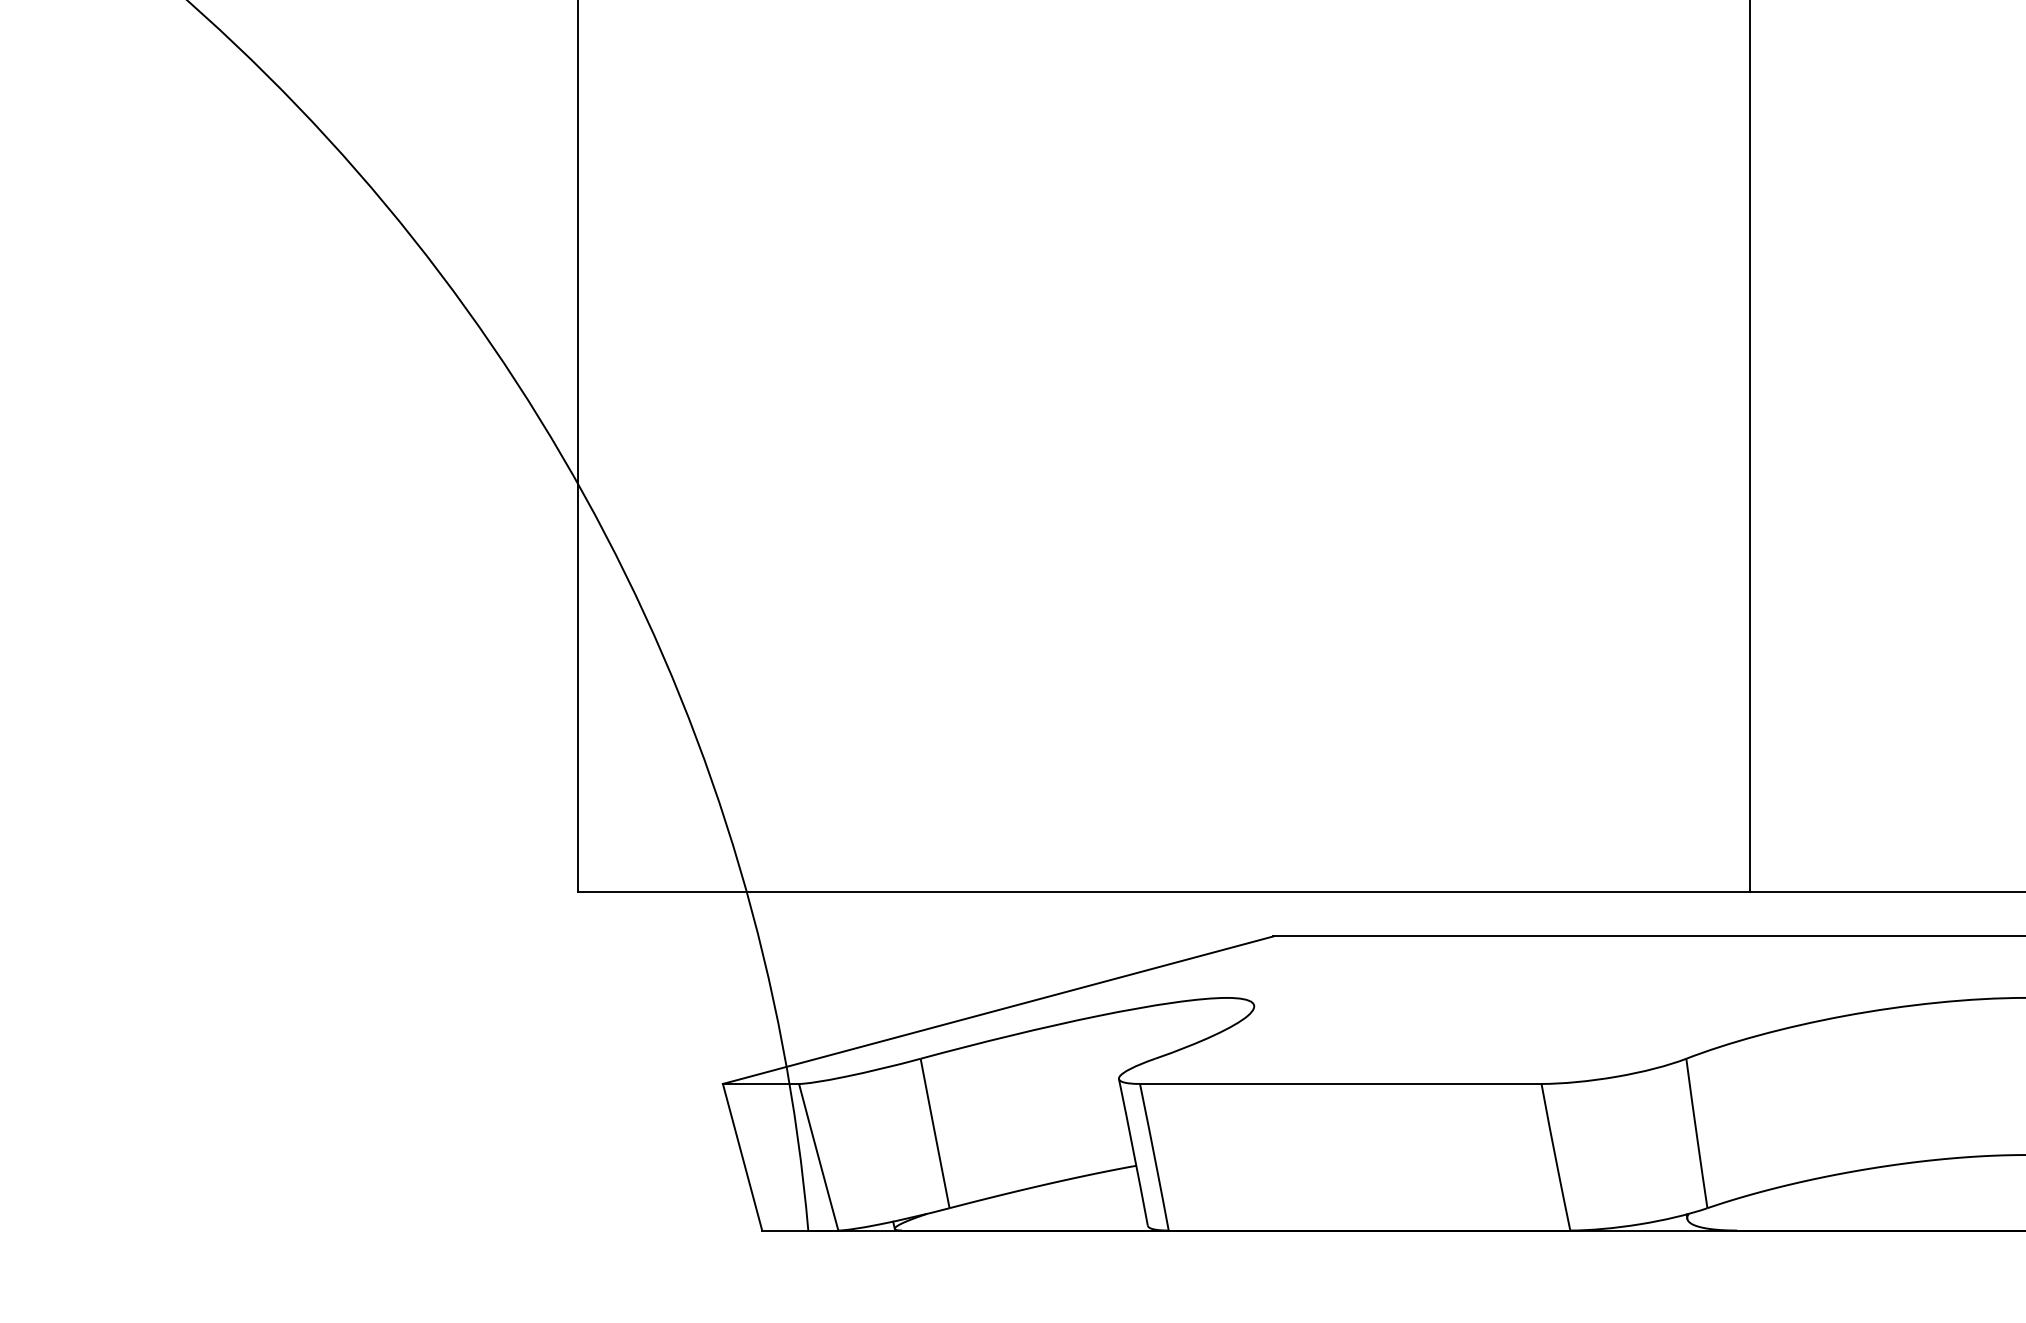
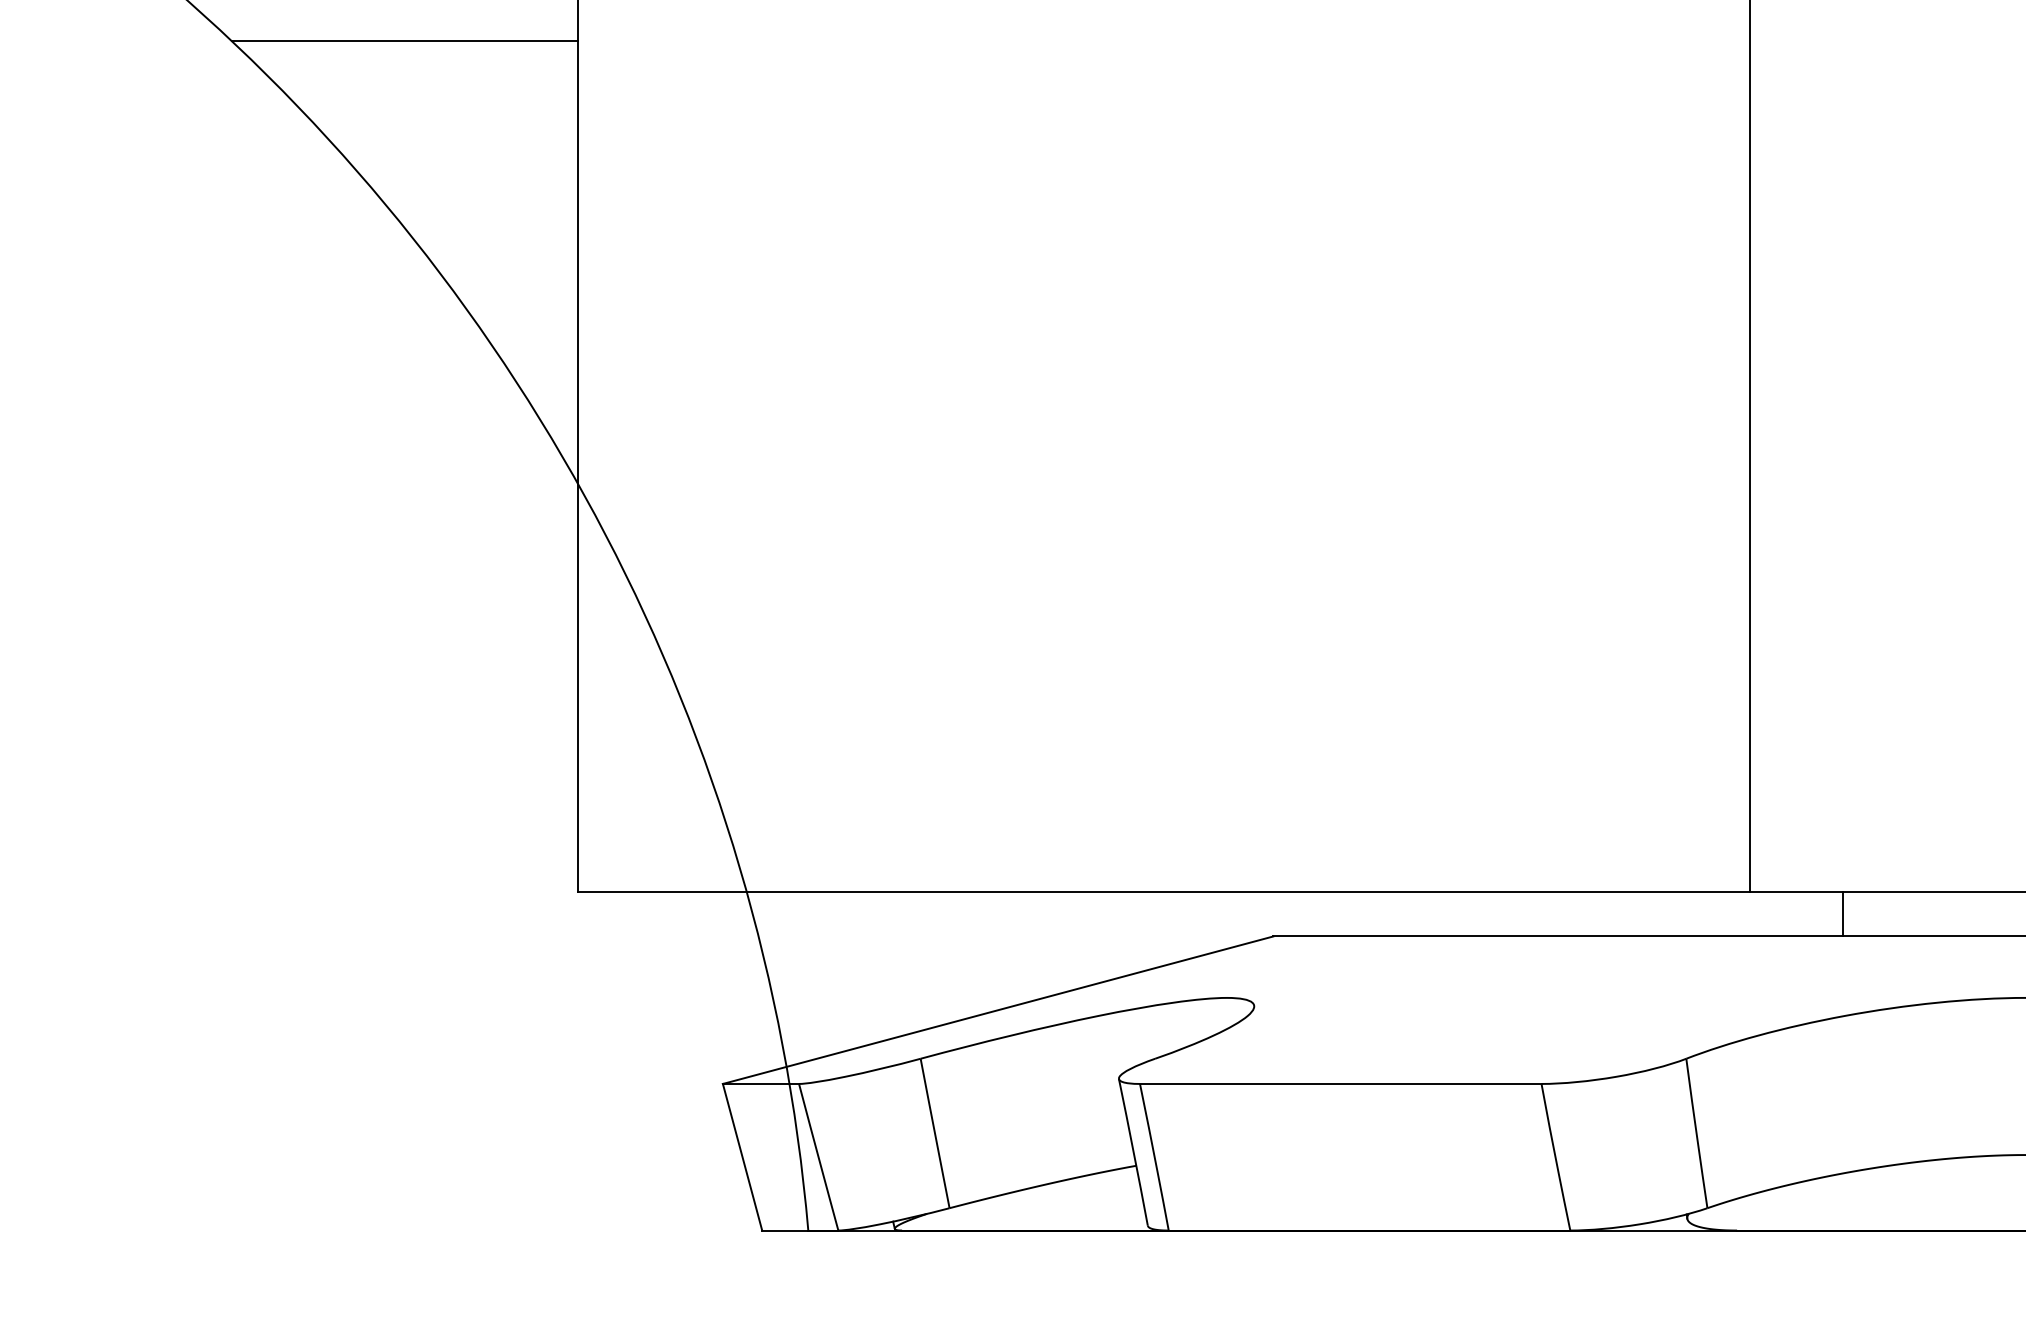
line at (405, 41): none -> present
line at (1843, 914): none -> present
